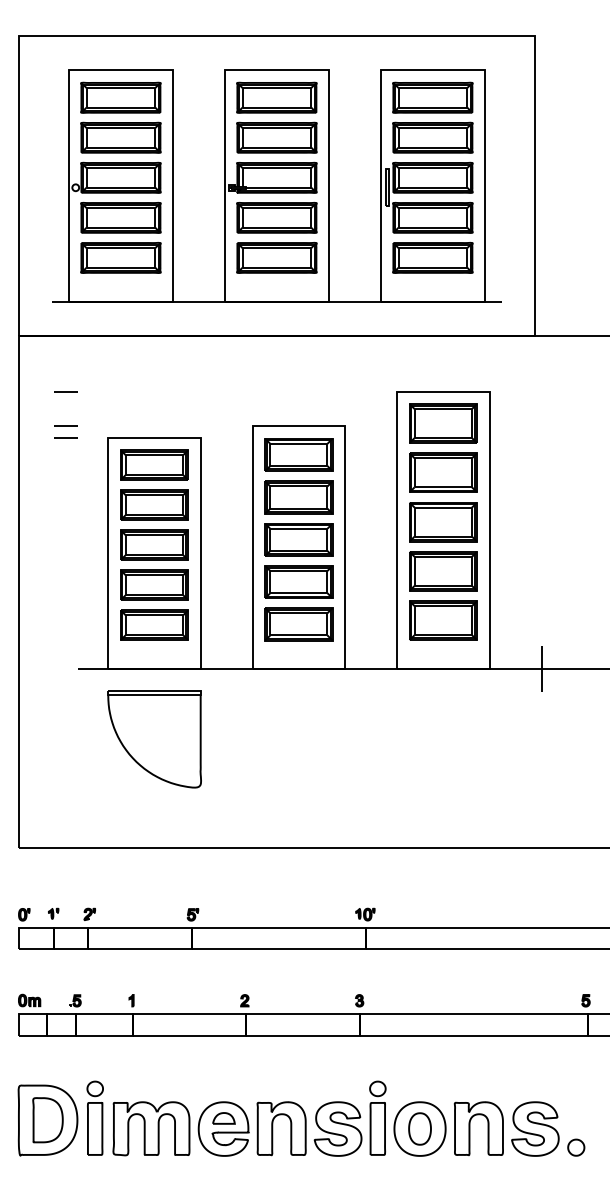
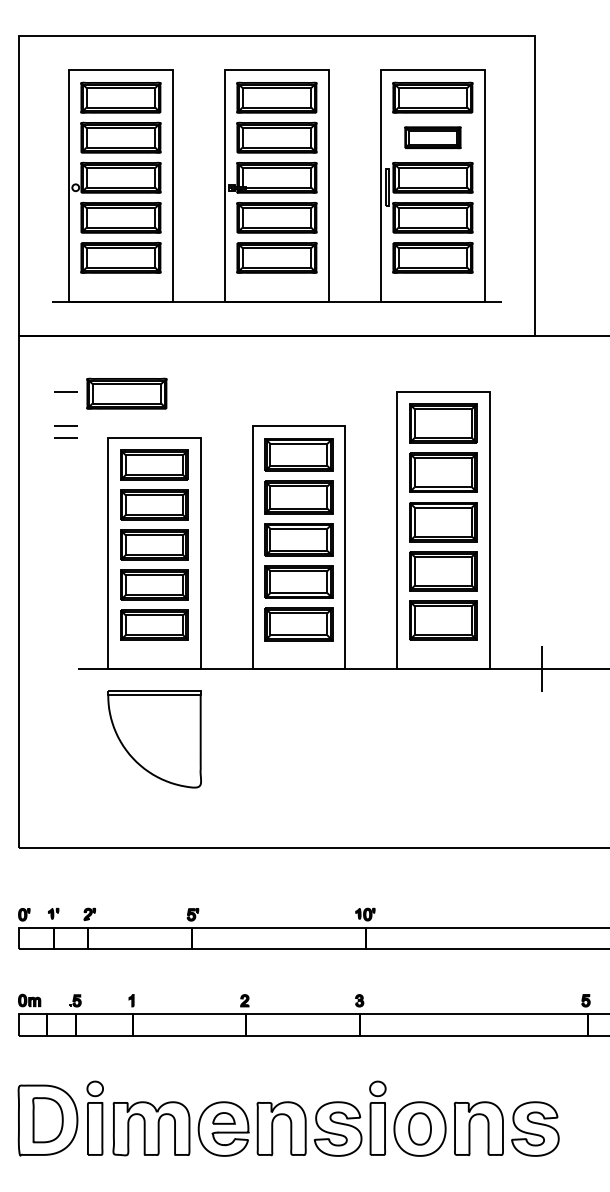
part at (432, 137) size: 82x33 px -> 58x24 px
part at (126, 393): none -> present
part at (576, 1147): present -> none
